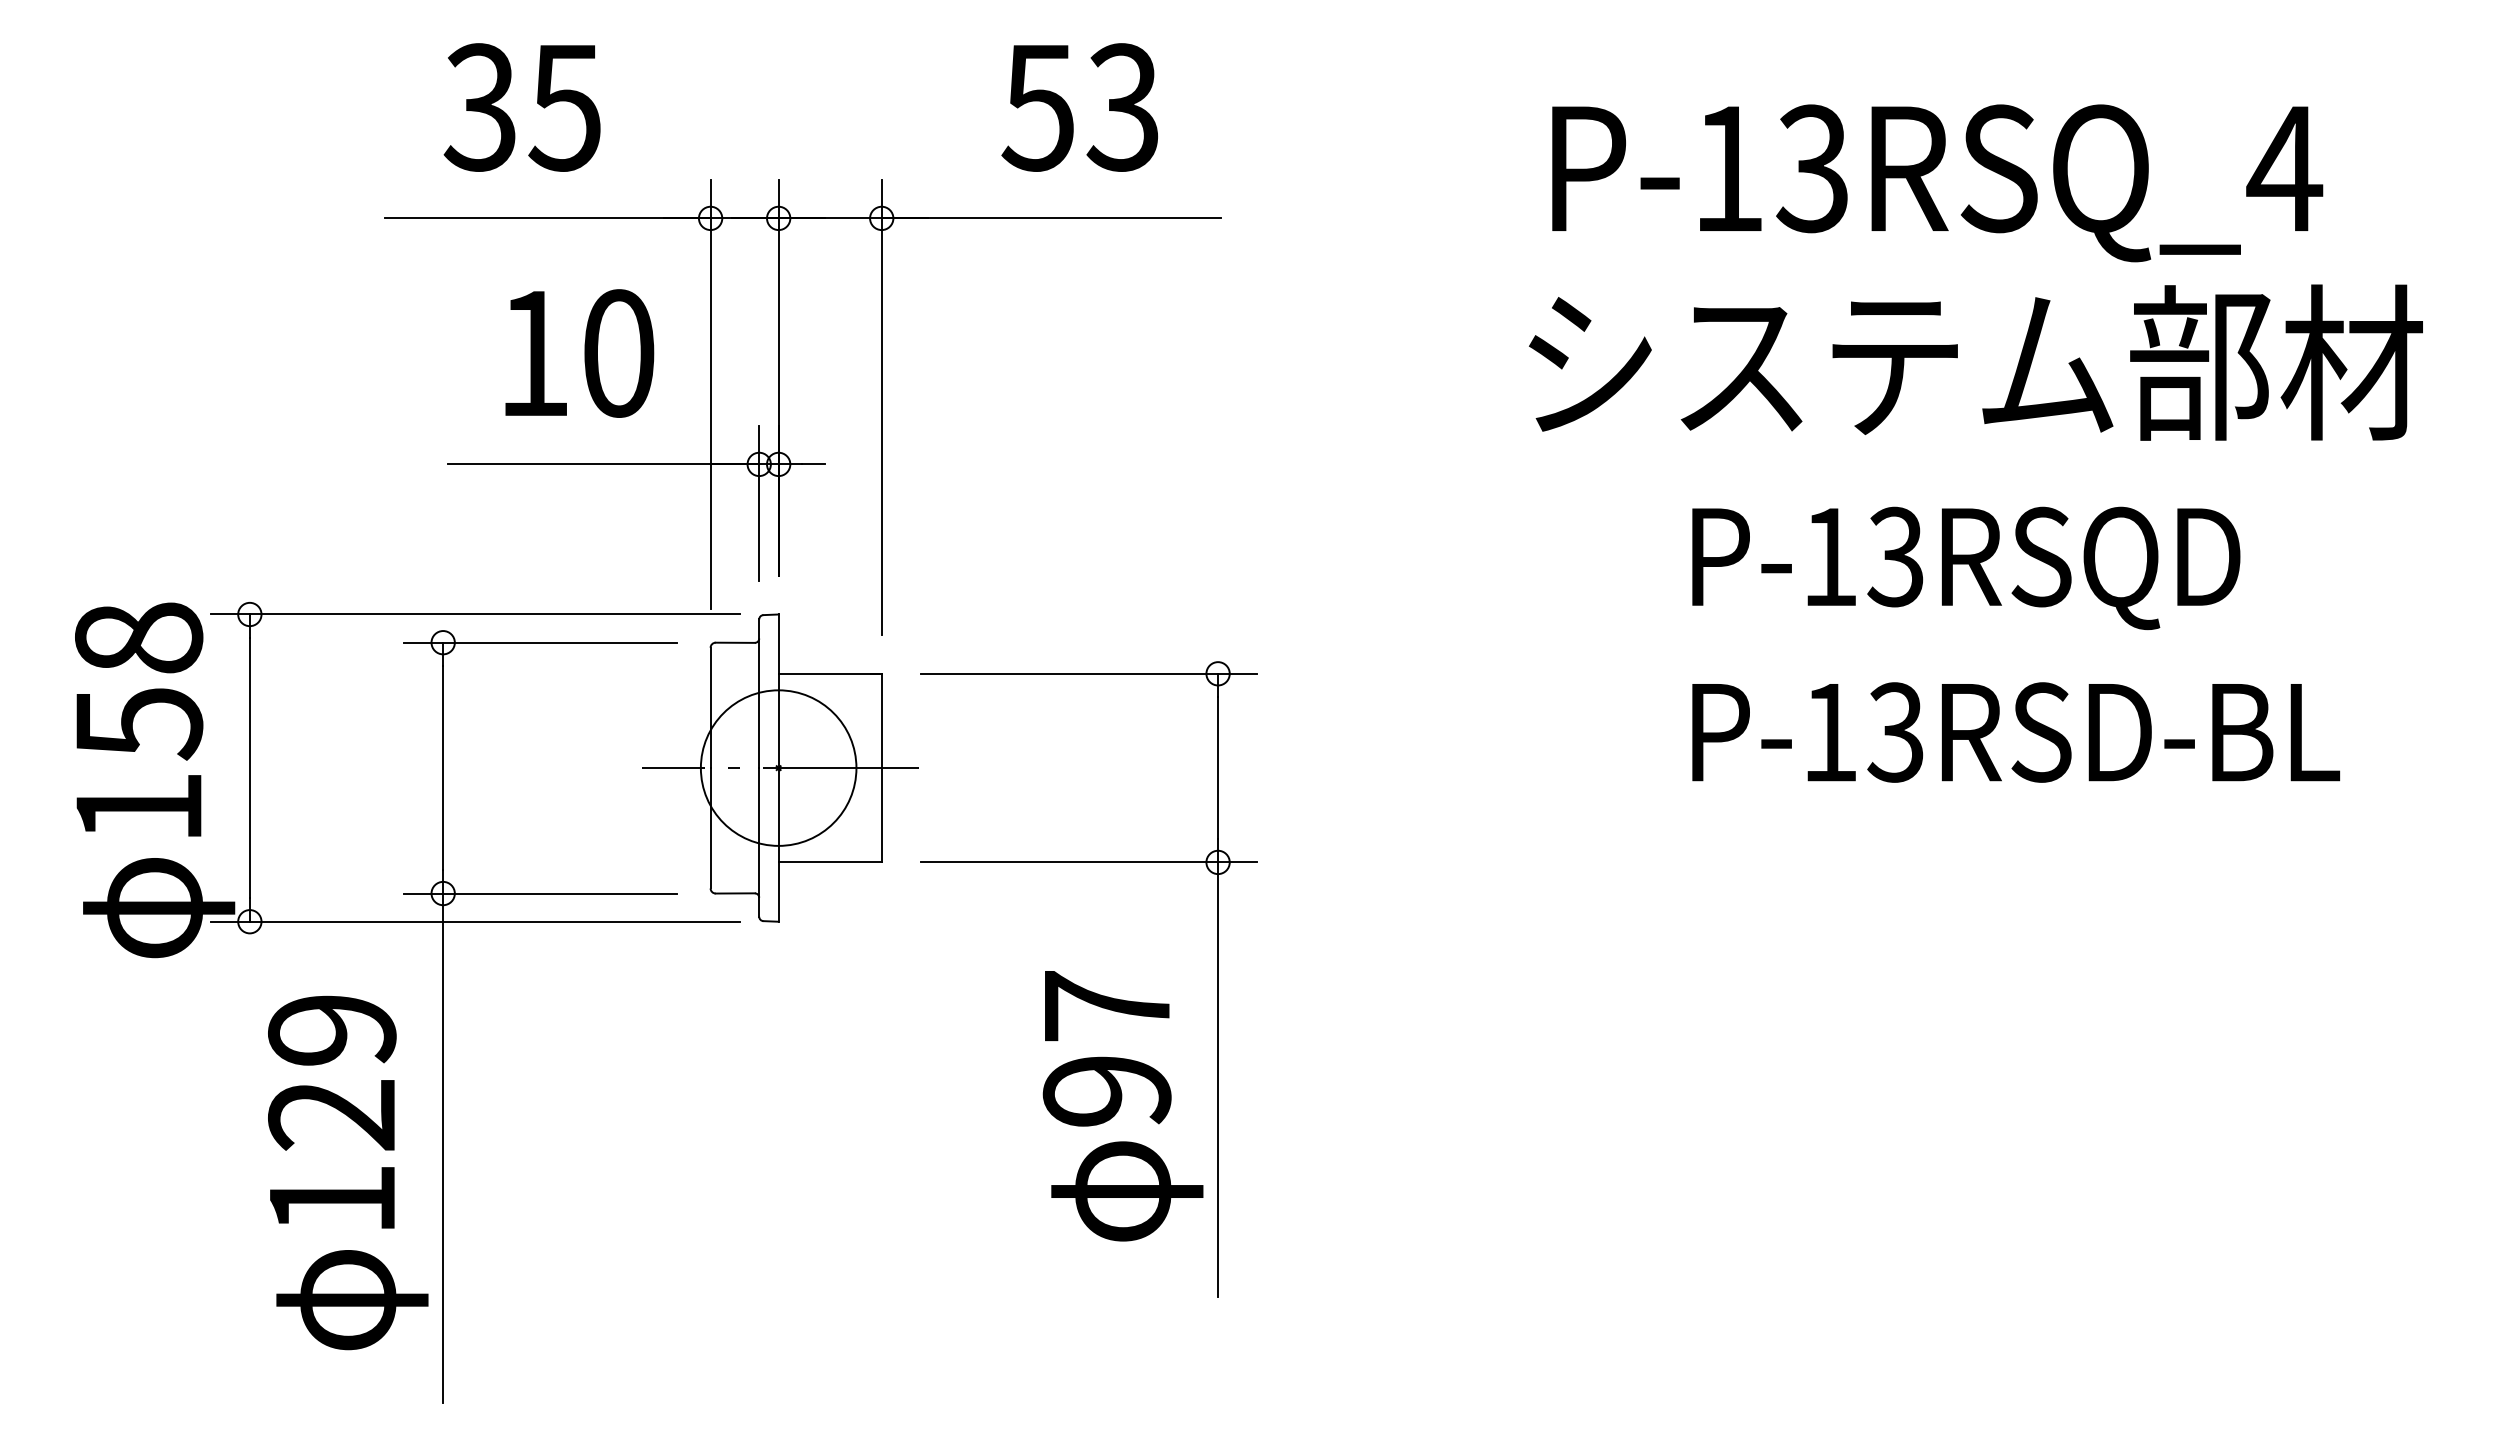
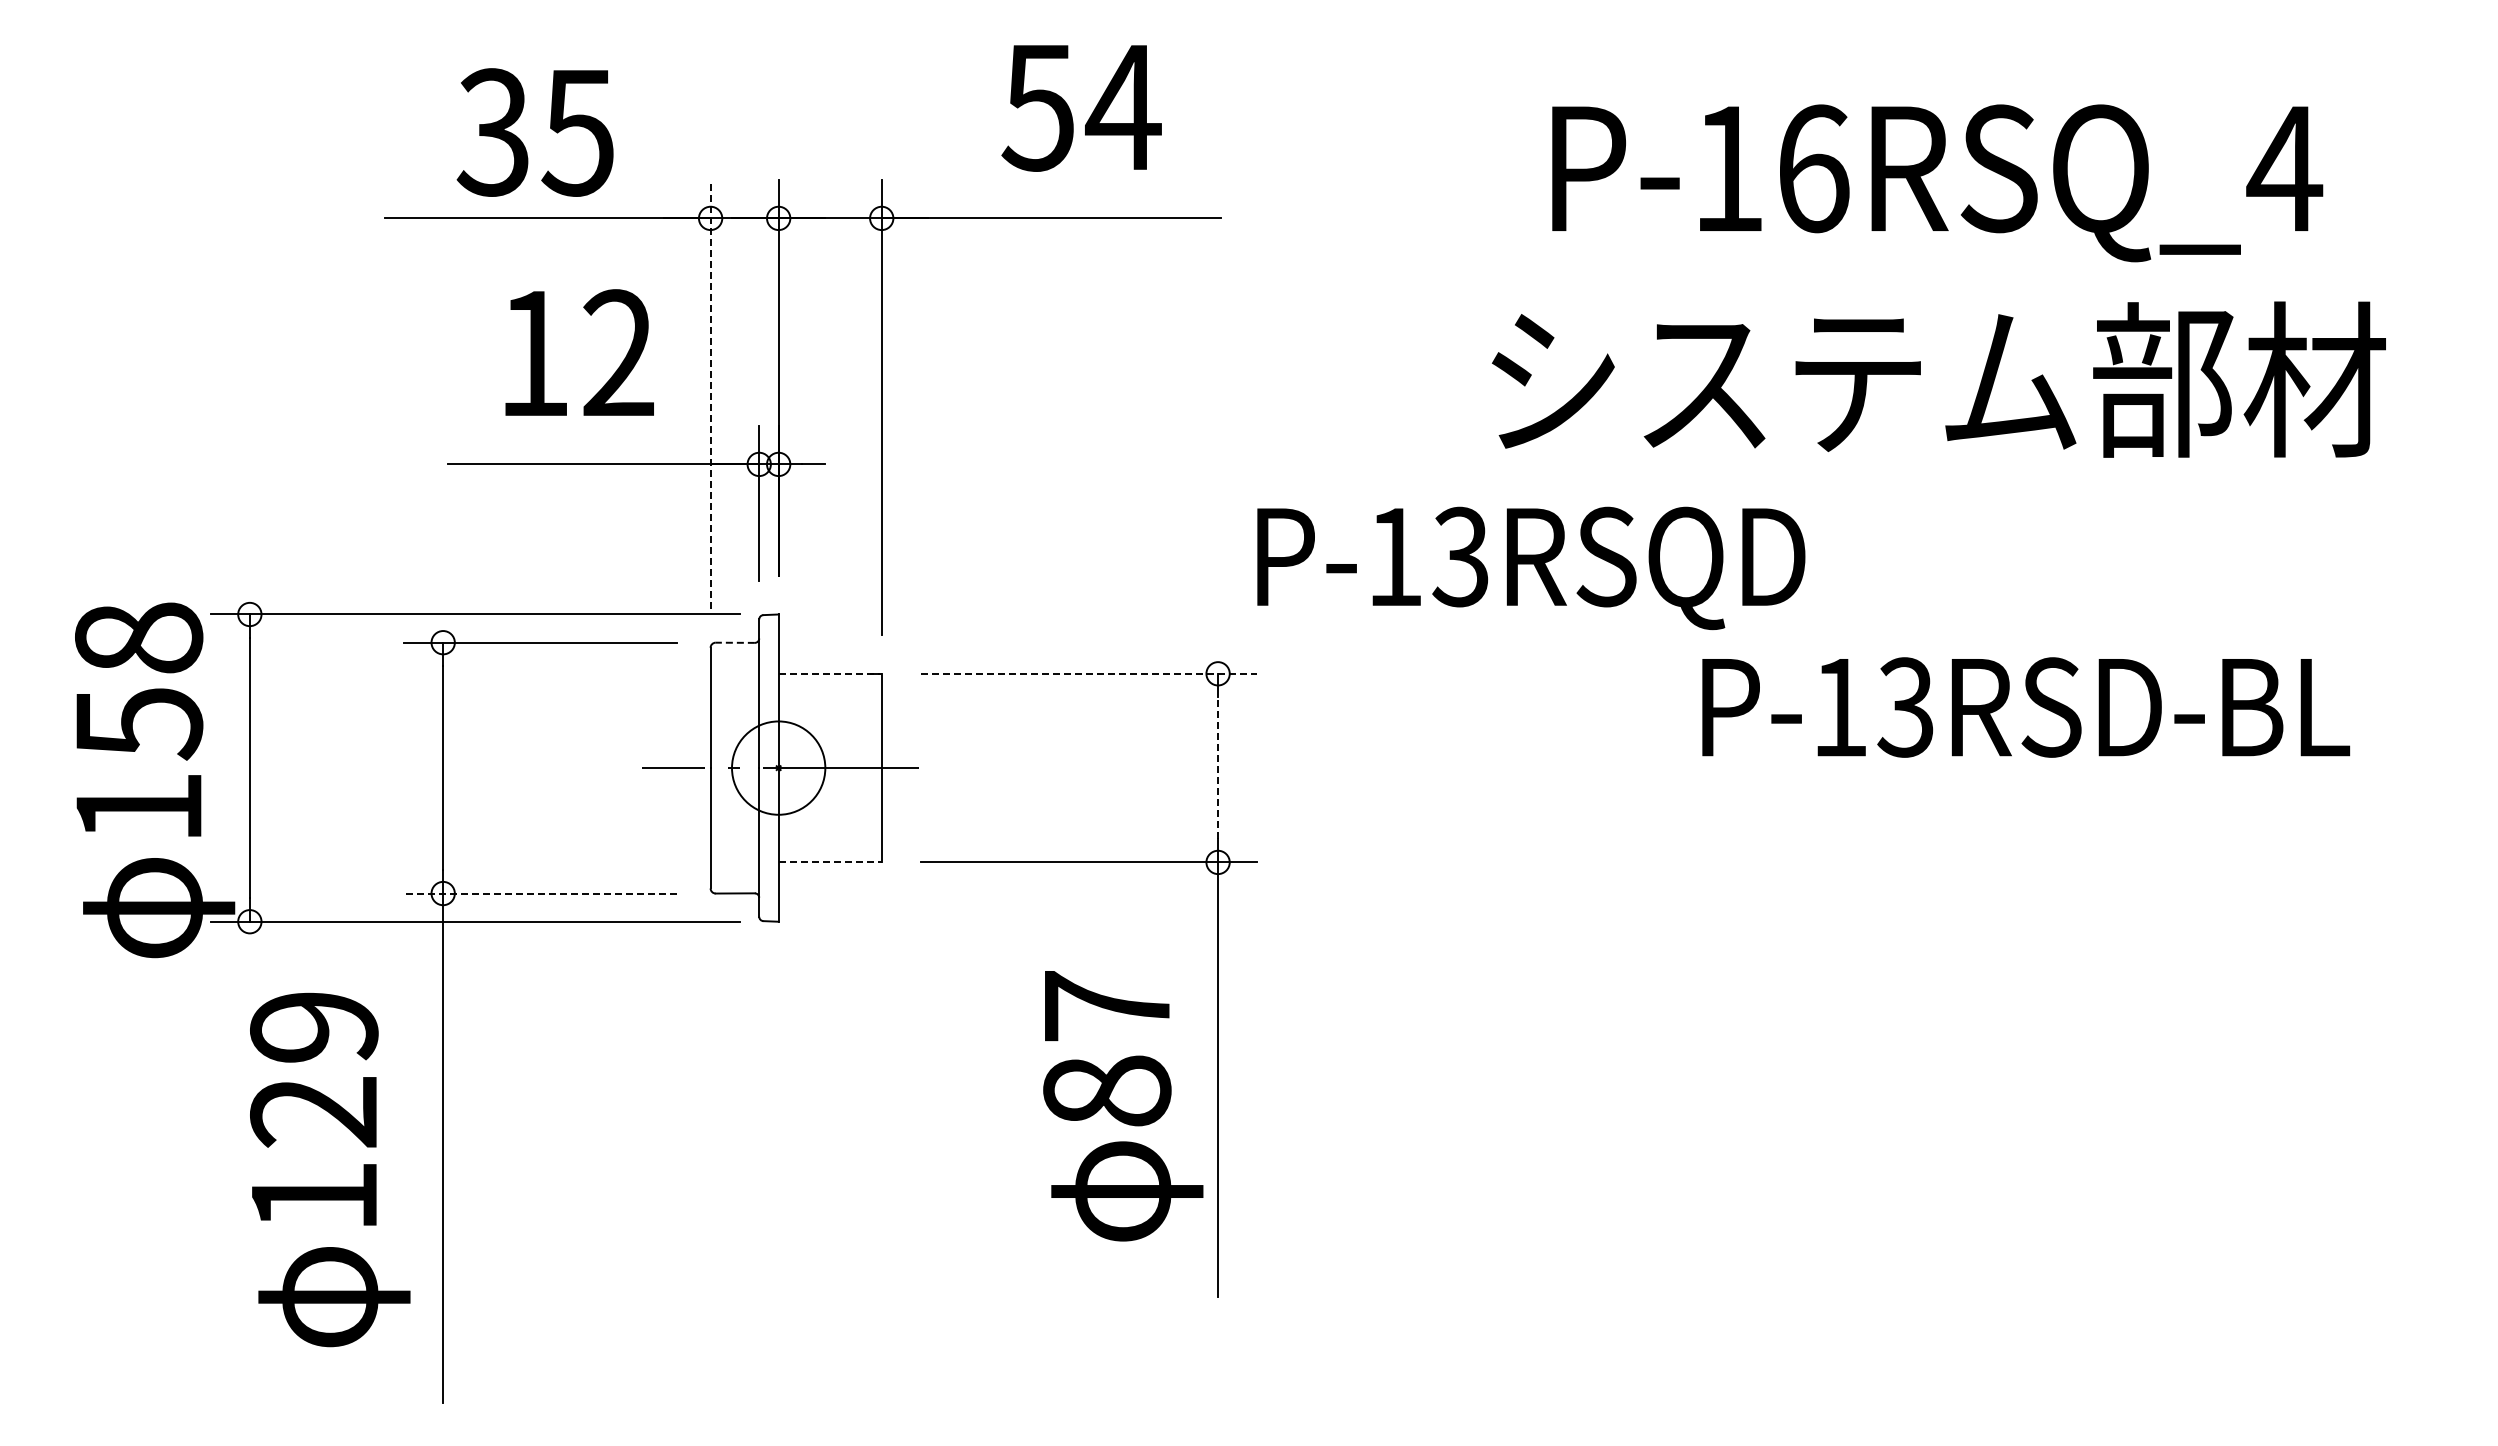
text at (521, 107) position: (521, 107) -> (534, 132)
text at (1123, 107): 53 -> 54
text at (1812, 168): P-13RSQ_4 -> P-16RSQ_4
text at (618, 353): 10 -> 12
text at (1975, 362) position: (1975, 362) -> (1938, 379)
line at (710, 394): solid -> dashed
text at (1966, 568) position: (1966, 568) -> (1531, 568)
line at (735, 642): solid -> dashed
line at (830, 673): solid -> dashed
line at (1089, 673): solid -> dashed
text at (2016, 732) position: (2016, 732) -> (2026, 707)
circle at (778, 767) diameter: 156 px -> 93 px
line at (1218, 768): solid -> dashed
line at (830, 862): solid -> dashed
line at (540, 893): solid -> dashed
text at (1106, 1090): 97 -> 87
text at (348, 1172) position: (348, 1172) -> (330, 1169)
